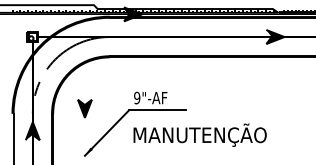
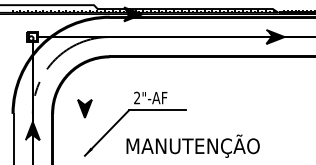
text at (137, 98): 9"-AF -> 2"-AF
text at (199, 134) position: (199, 134) -> (192, 145)
